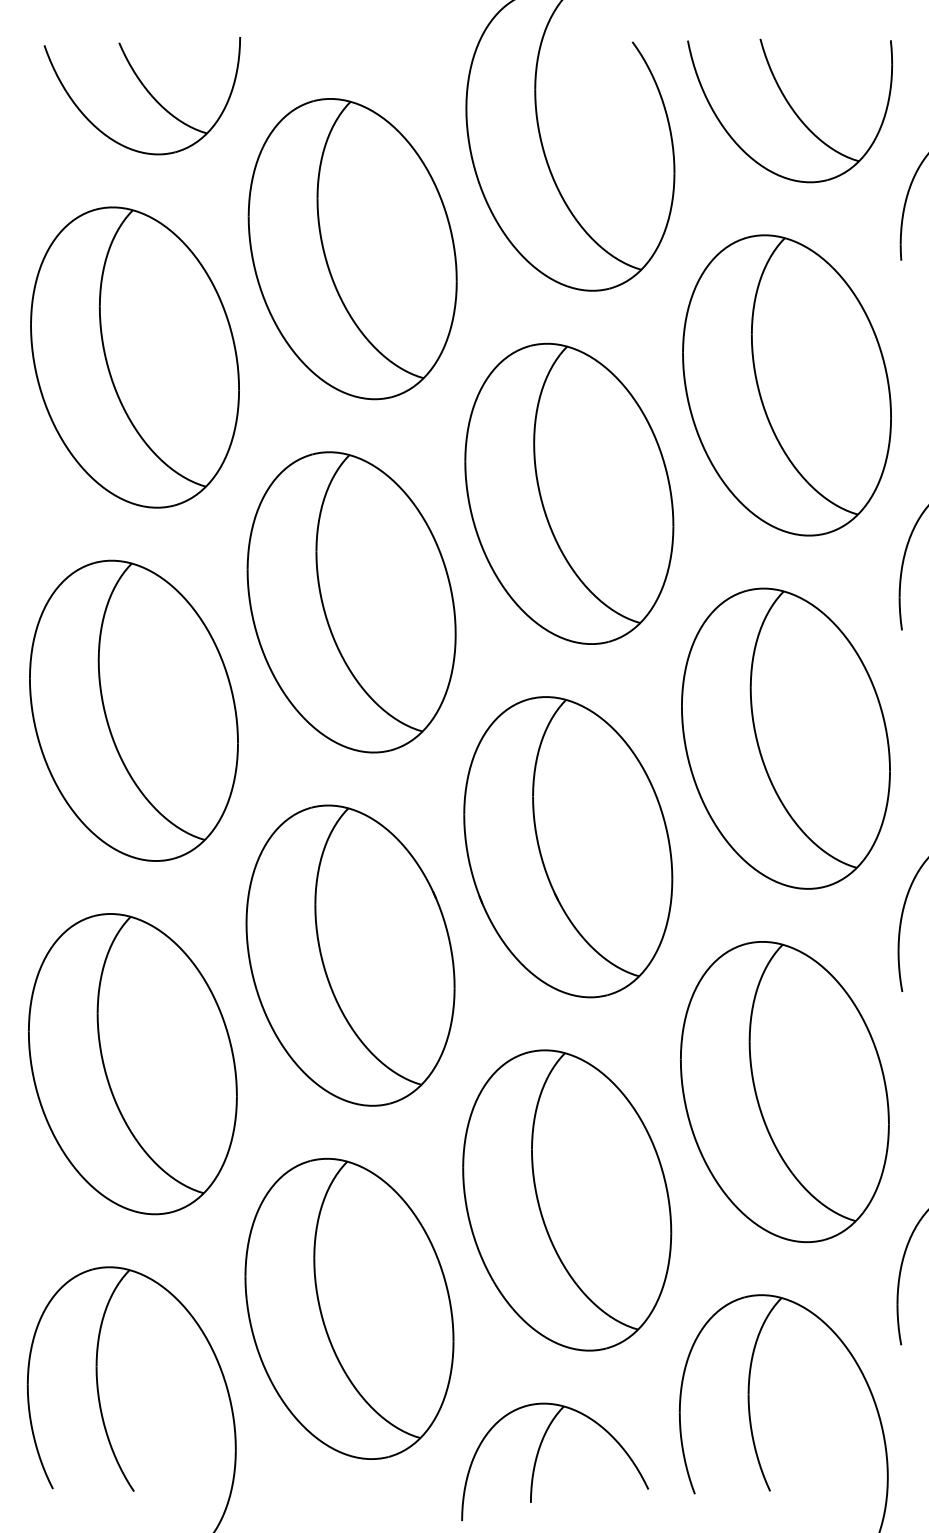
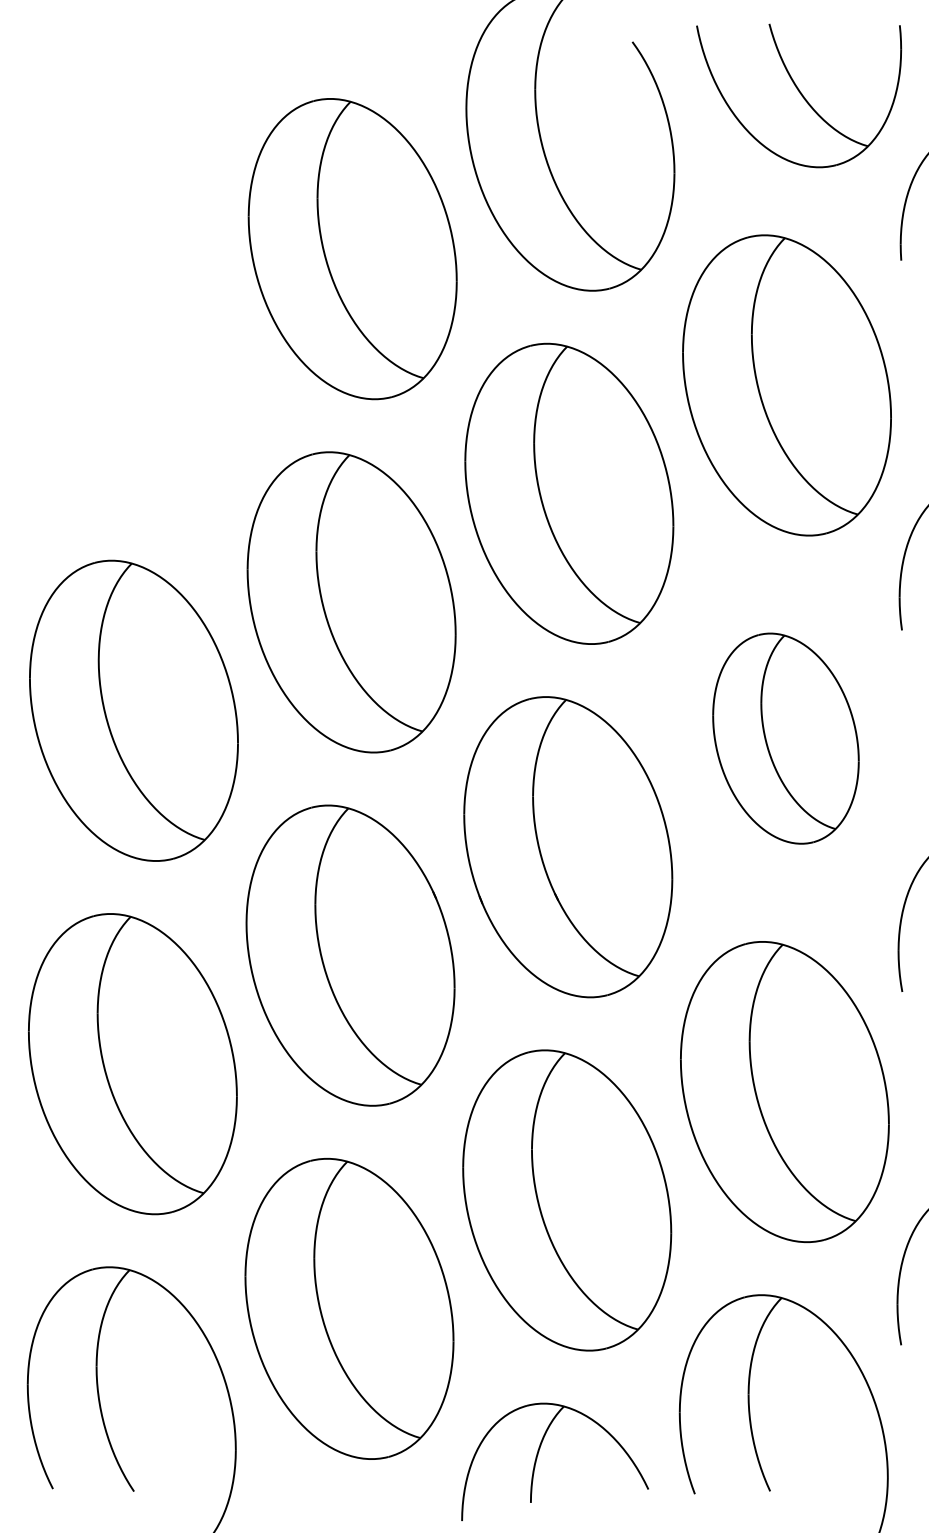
part at (146, 91): present -> none
part at (790, 110) position: (790, 110) -> (799, 95)
part at (134, 357): present -> none
part at (785, 738) size: 210x303 px -> 148x213 px
